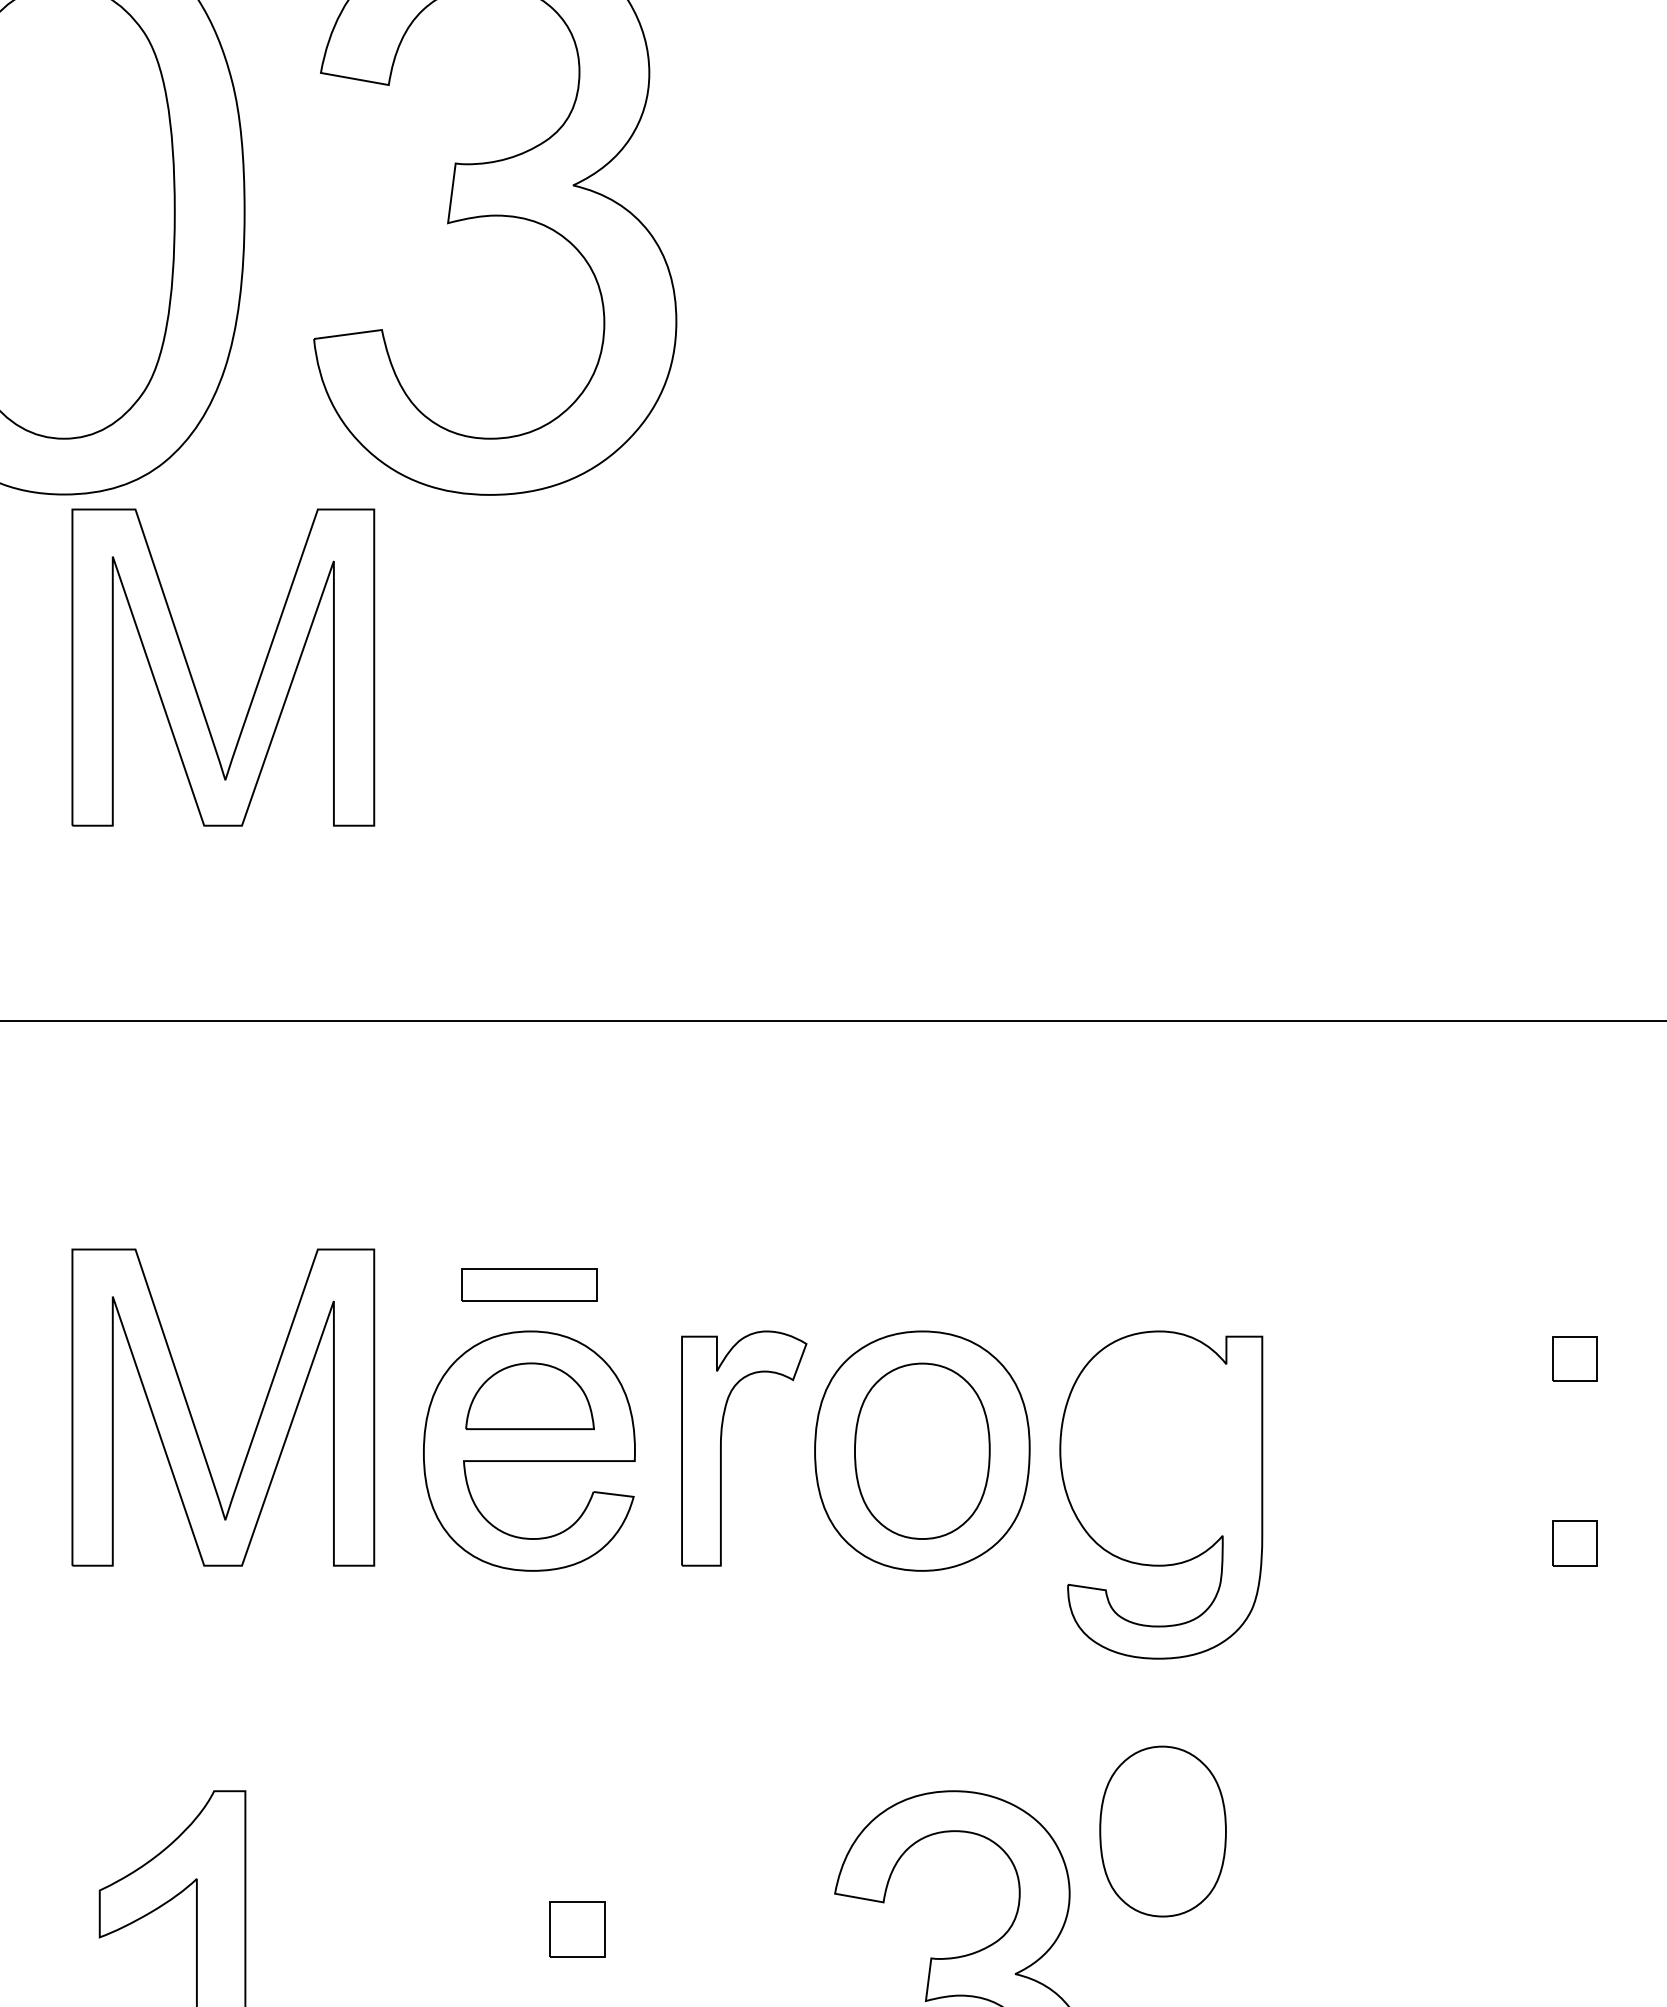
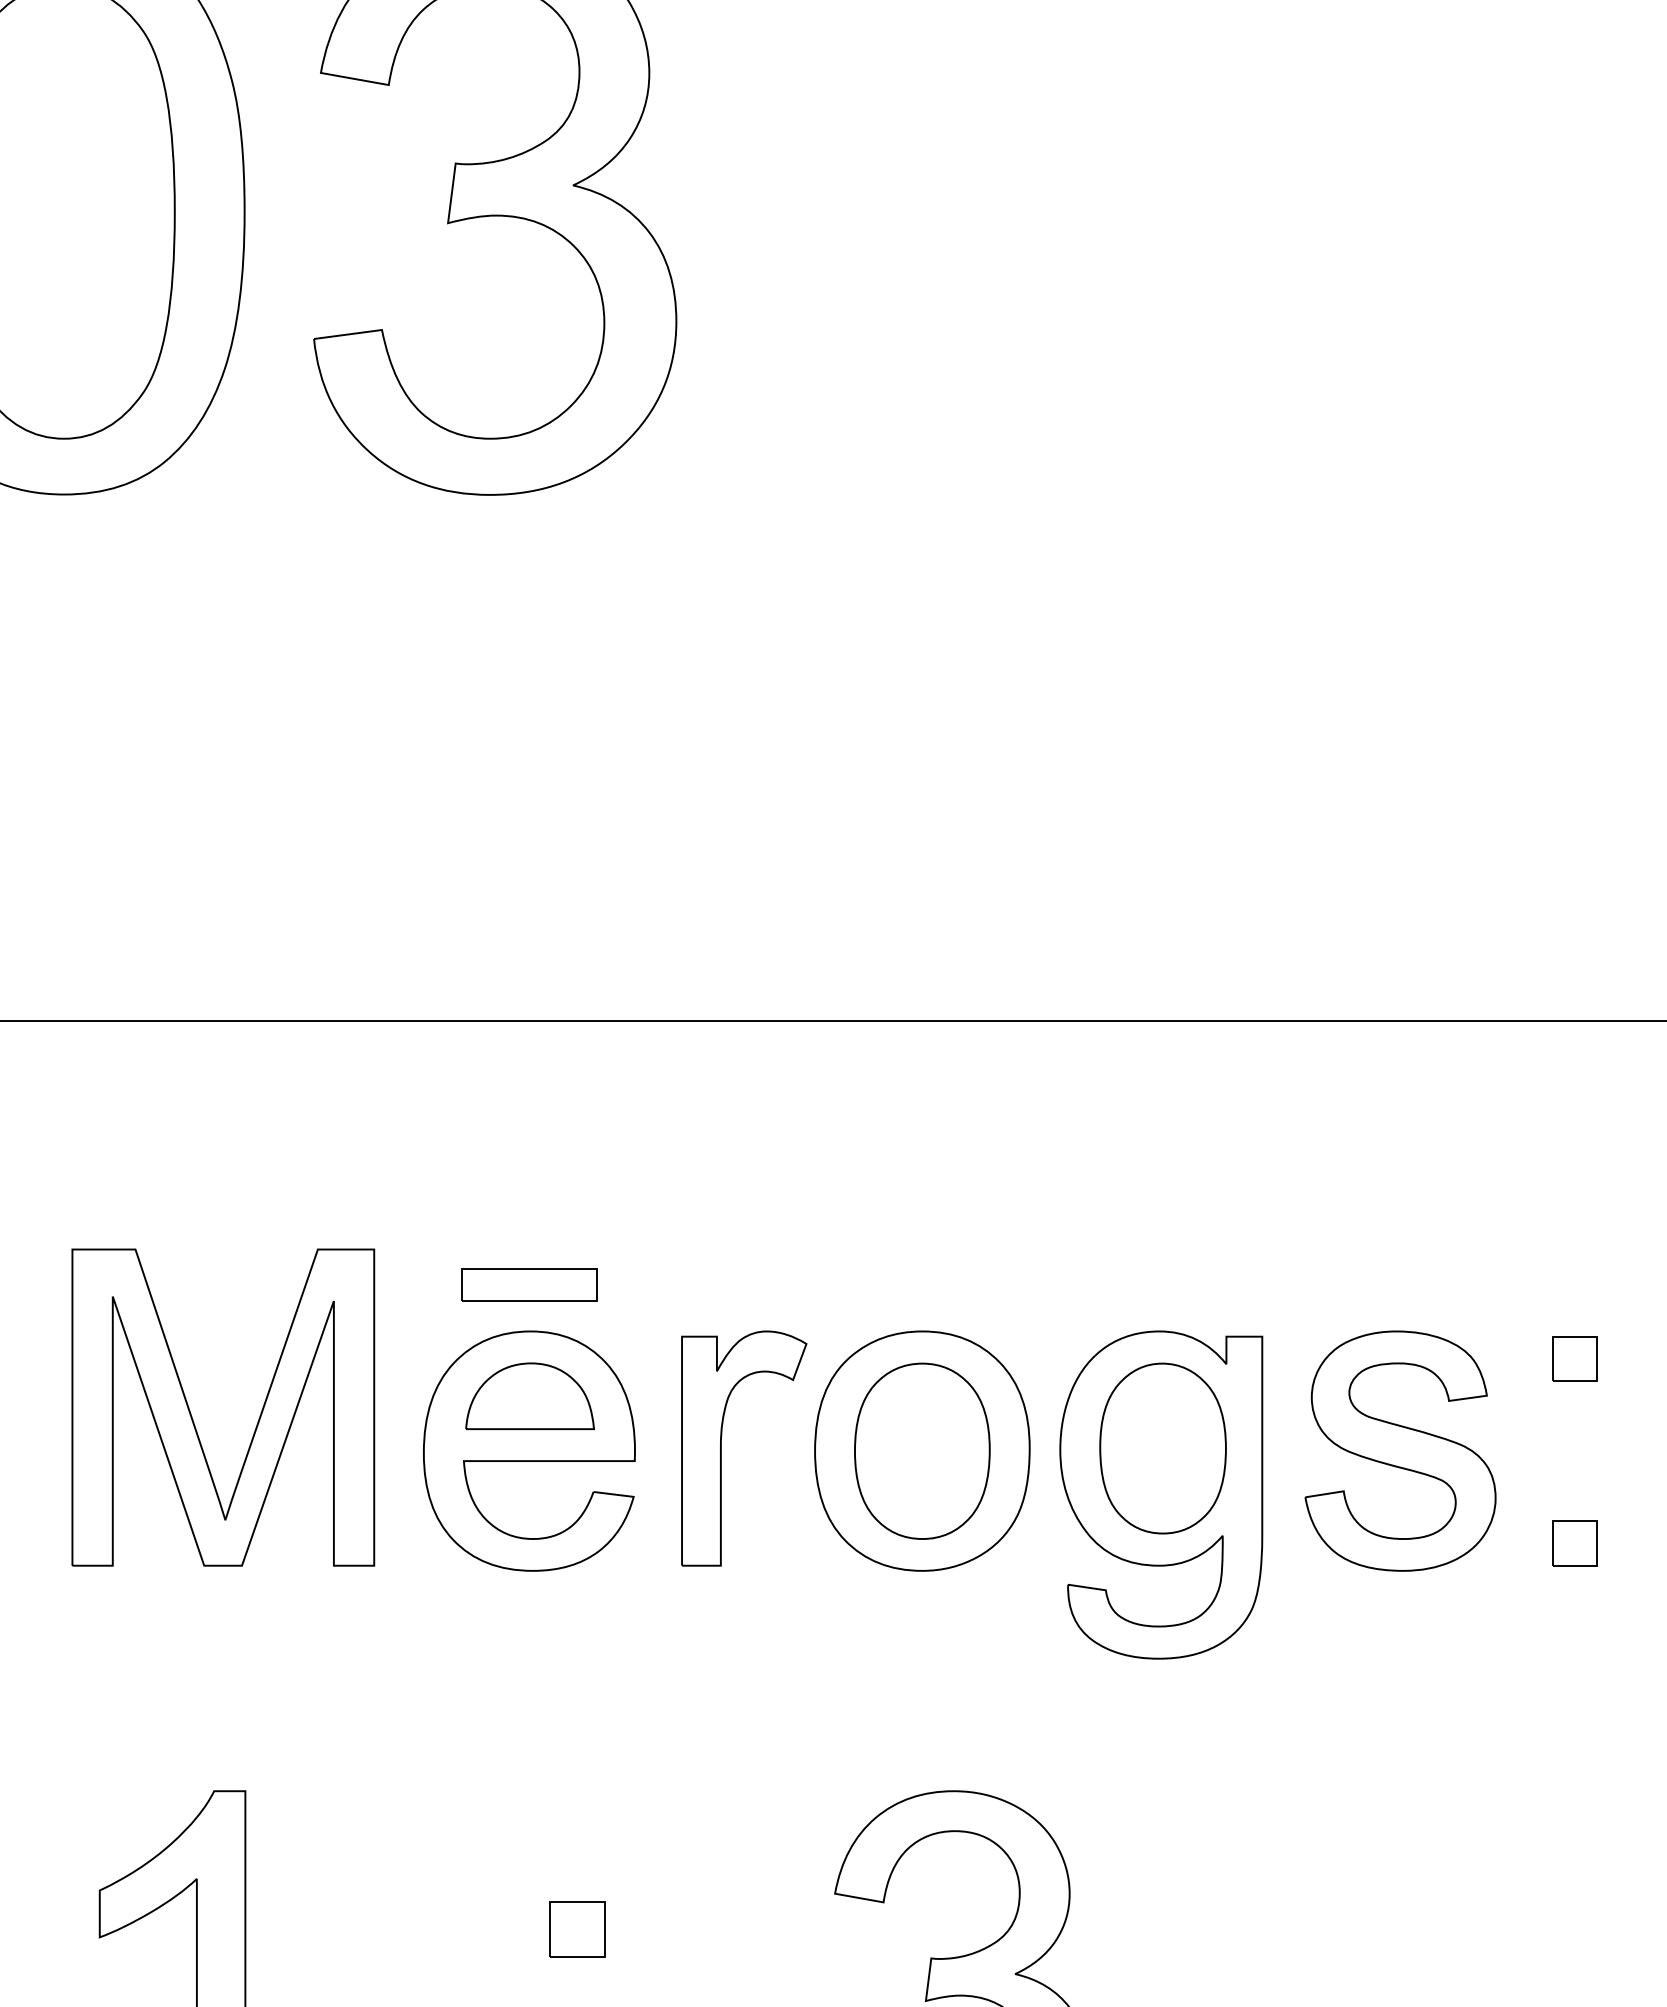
part at (192, 676): present -> none
part at (1400, 1450): none -> present
part at (1162, 1831) position: (1162, 1831) -> (1162, 1448)
